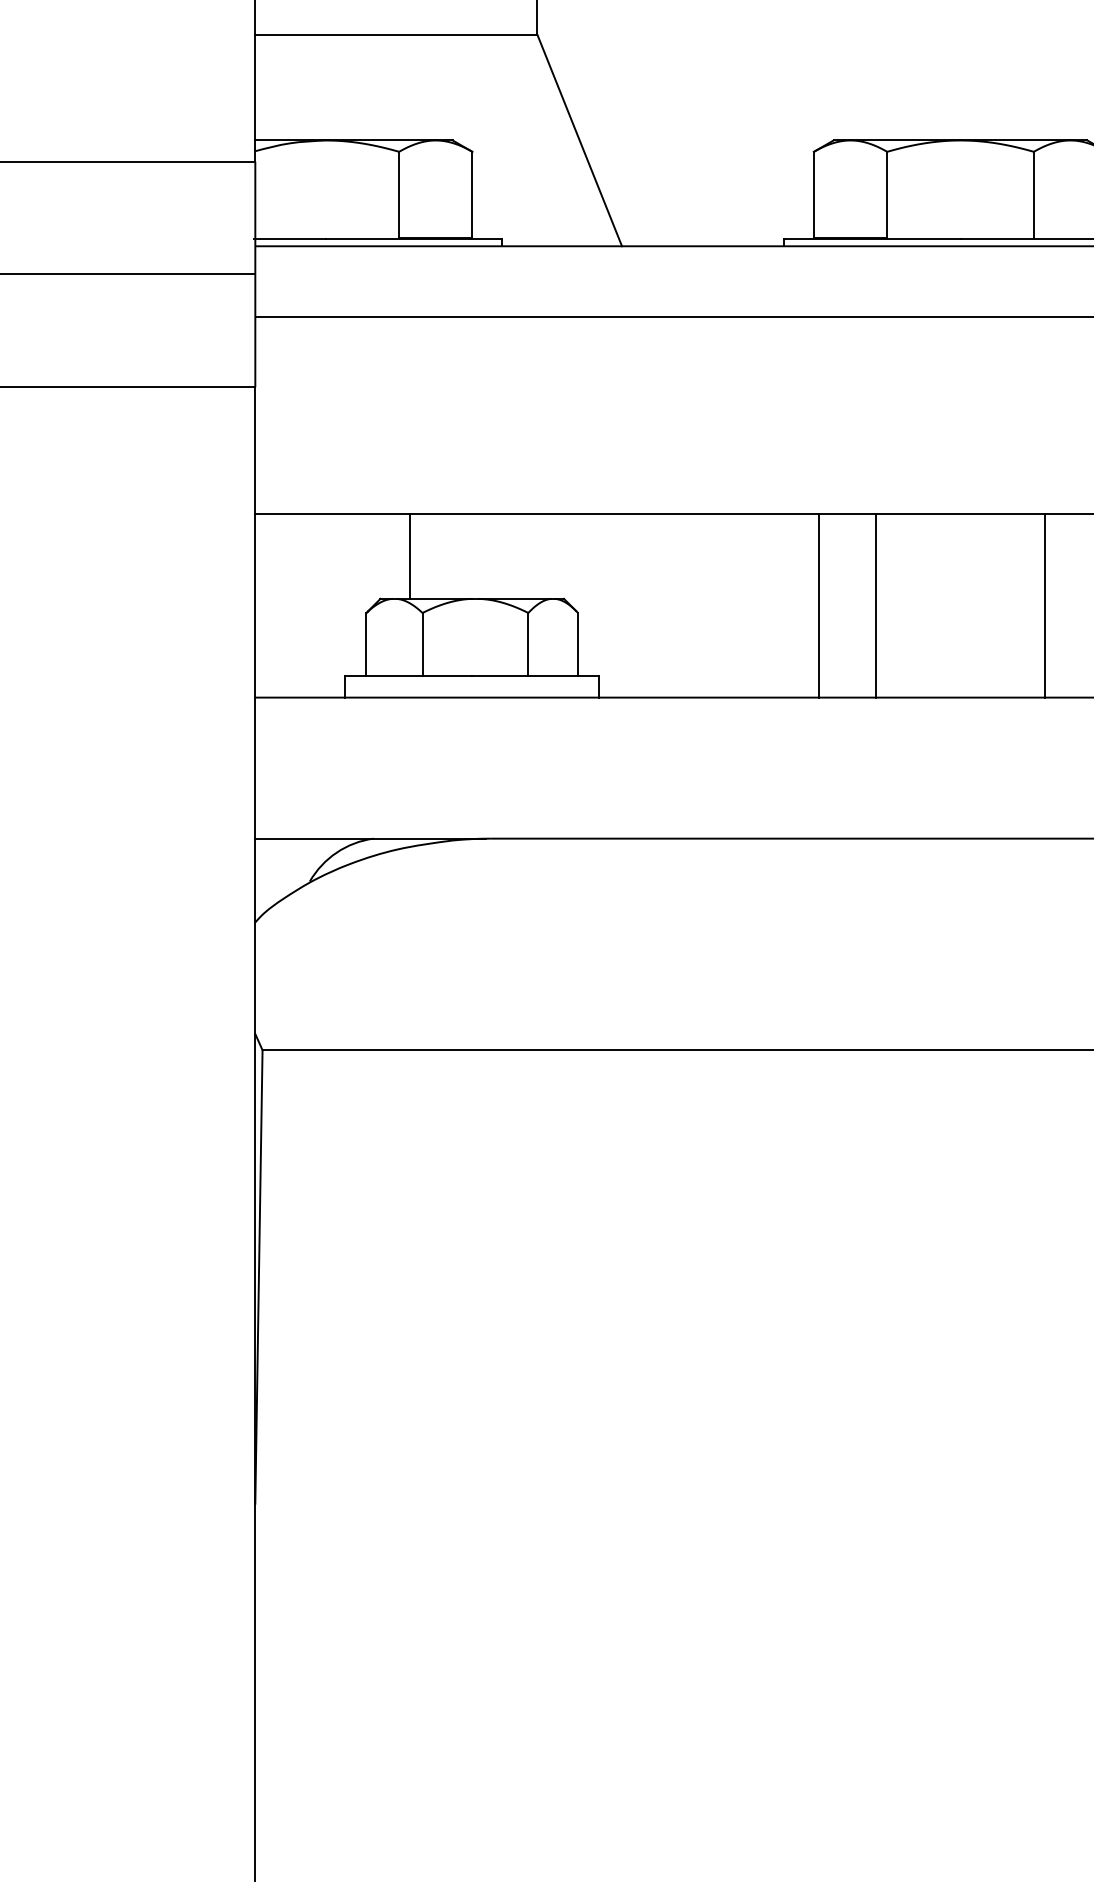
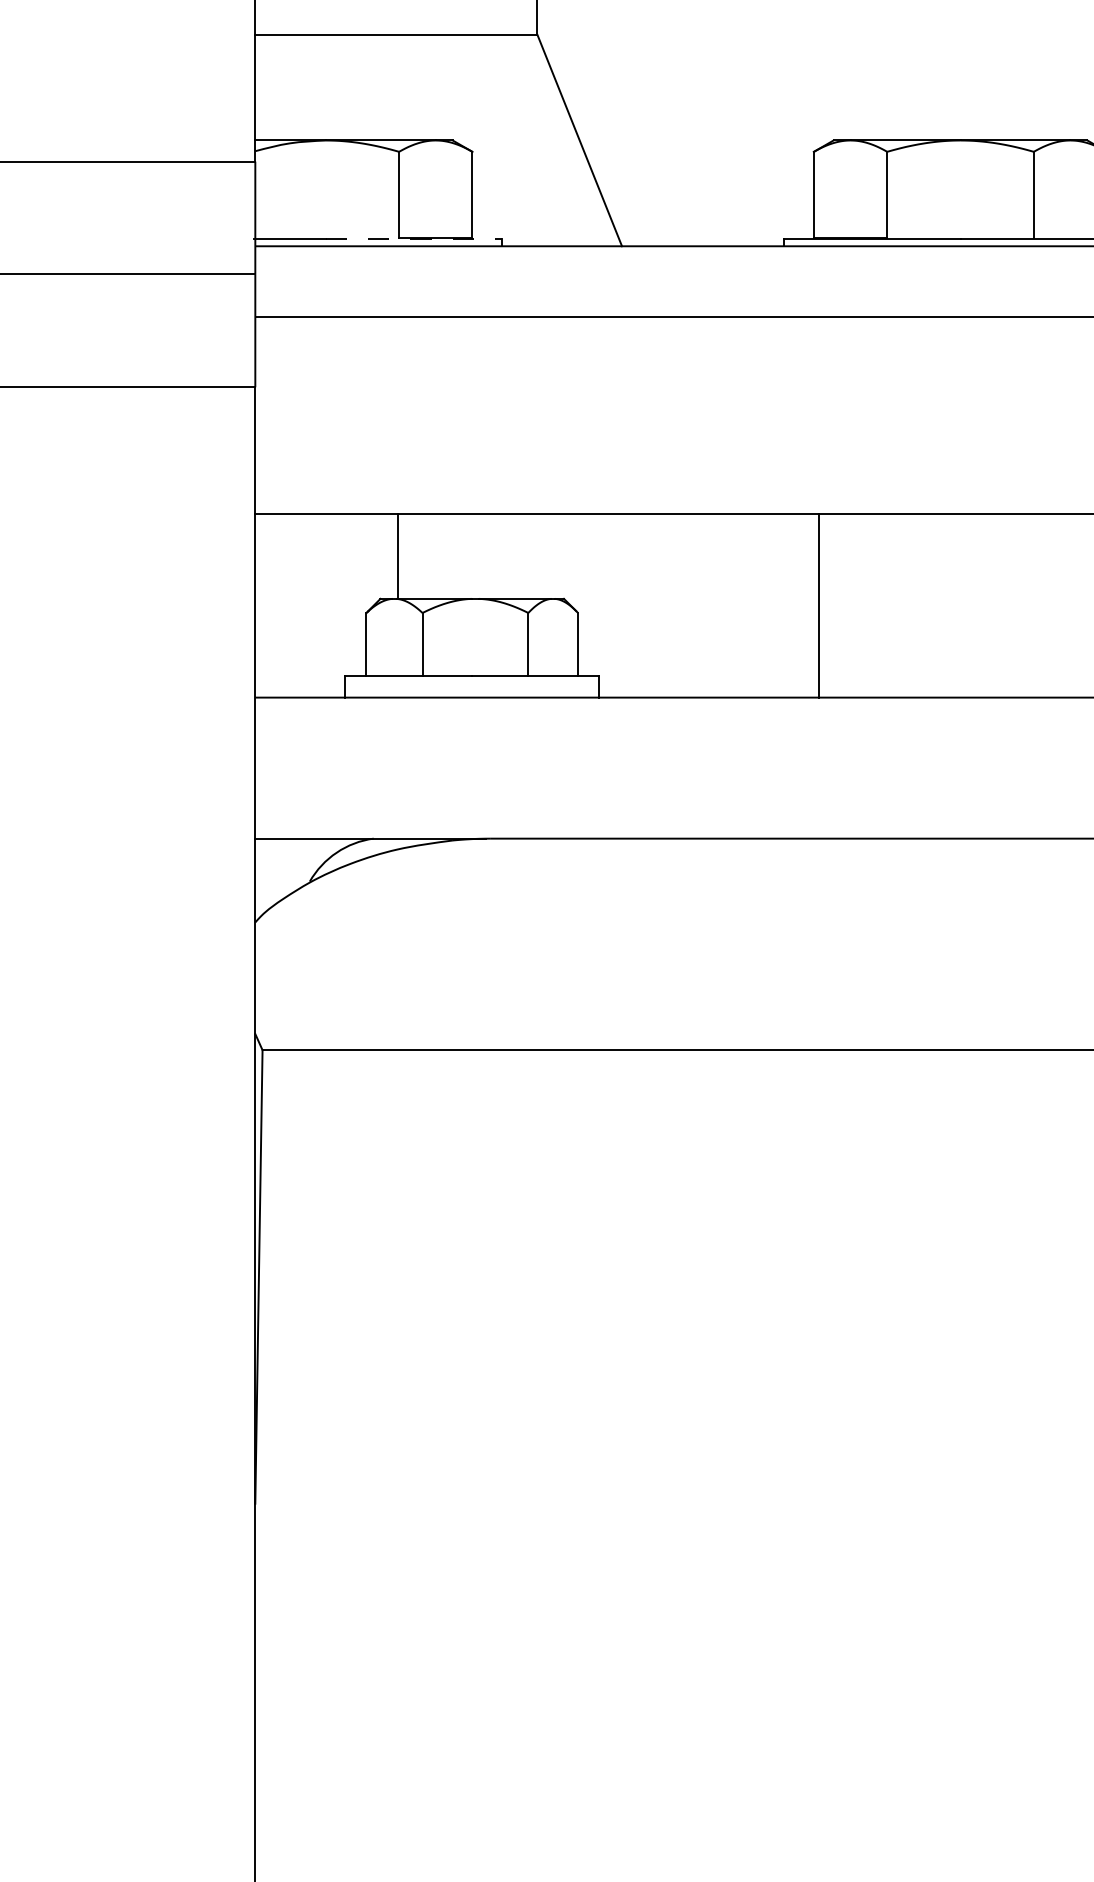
line at (414, 239): solid -> dashed
line at (410, 556) position: (410, 556) -> (398, 556)
line at (875, 605): present -> none
line at (1045, 605): present -> none
